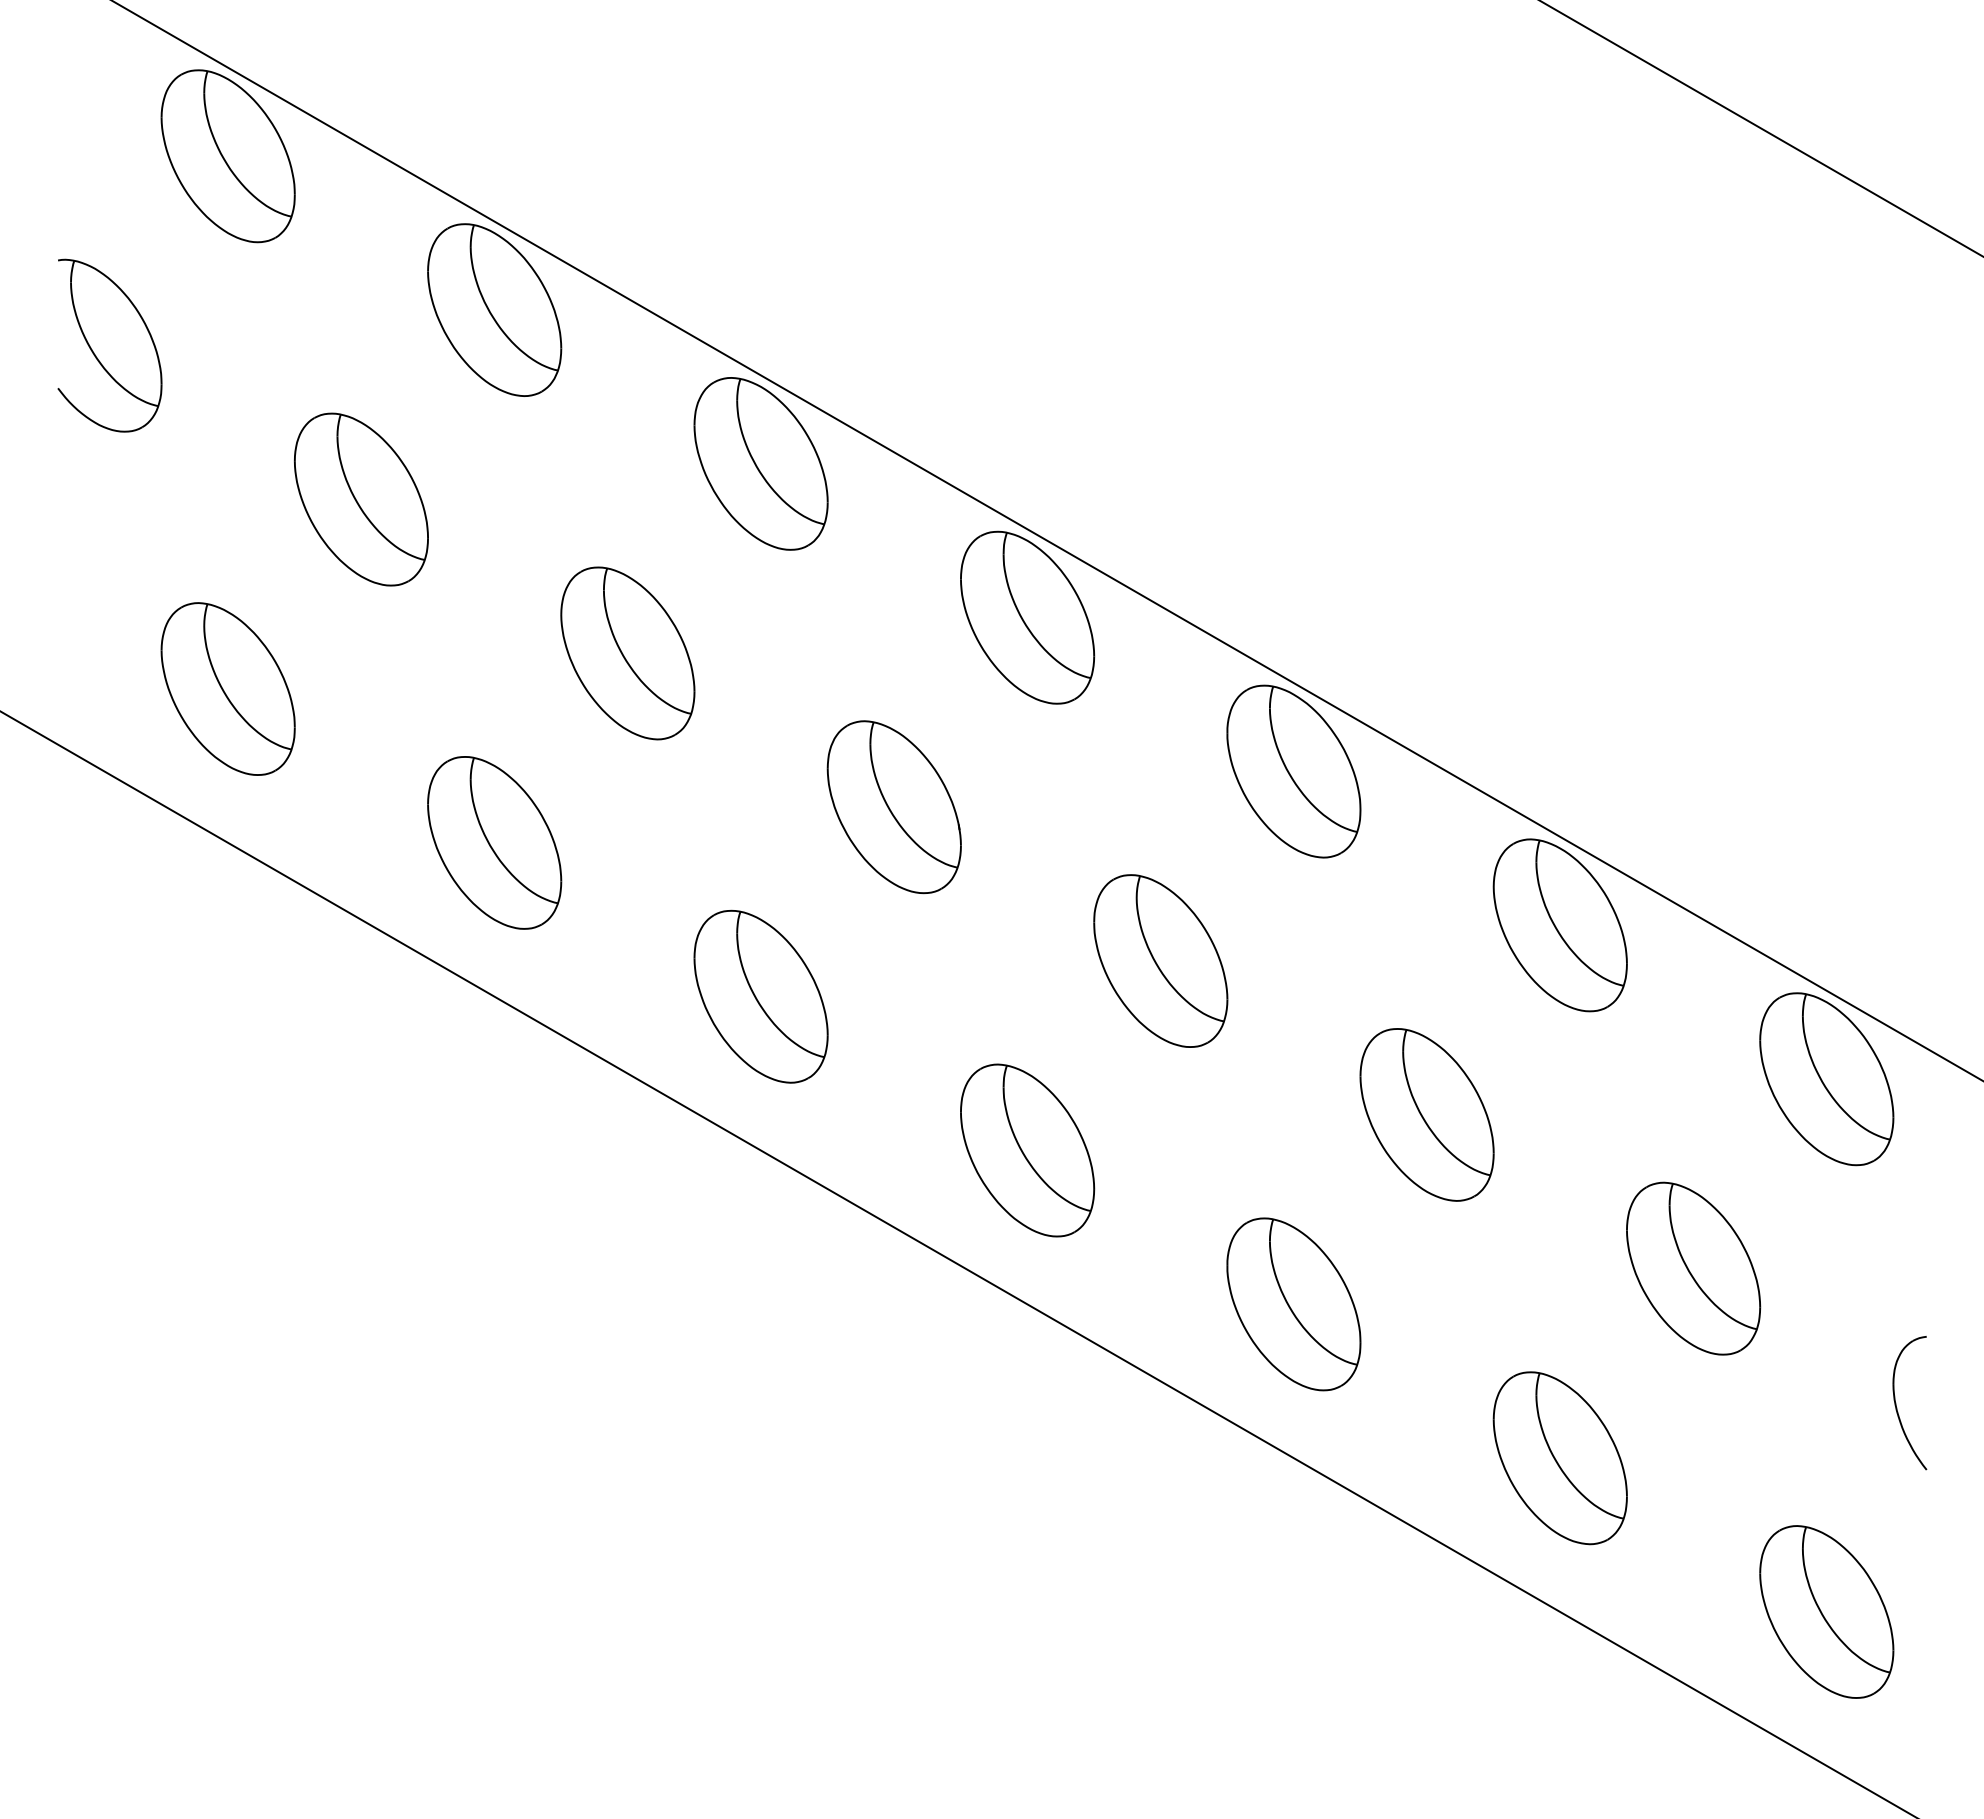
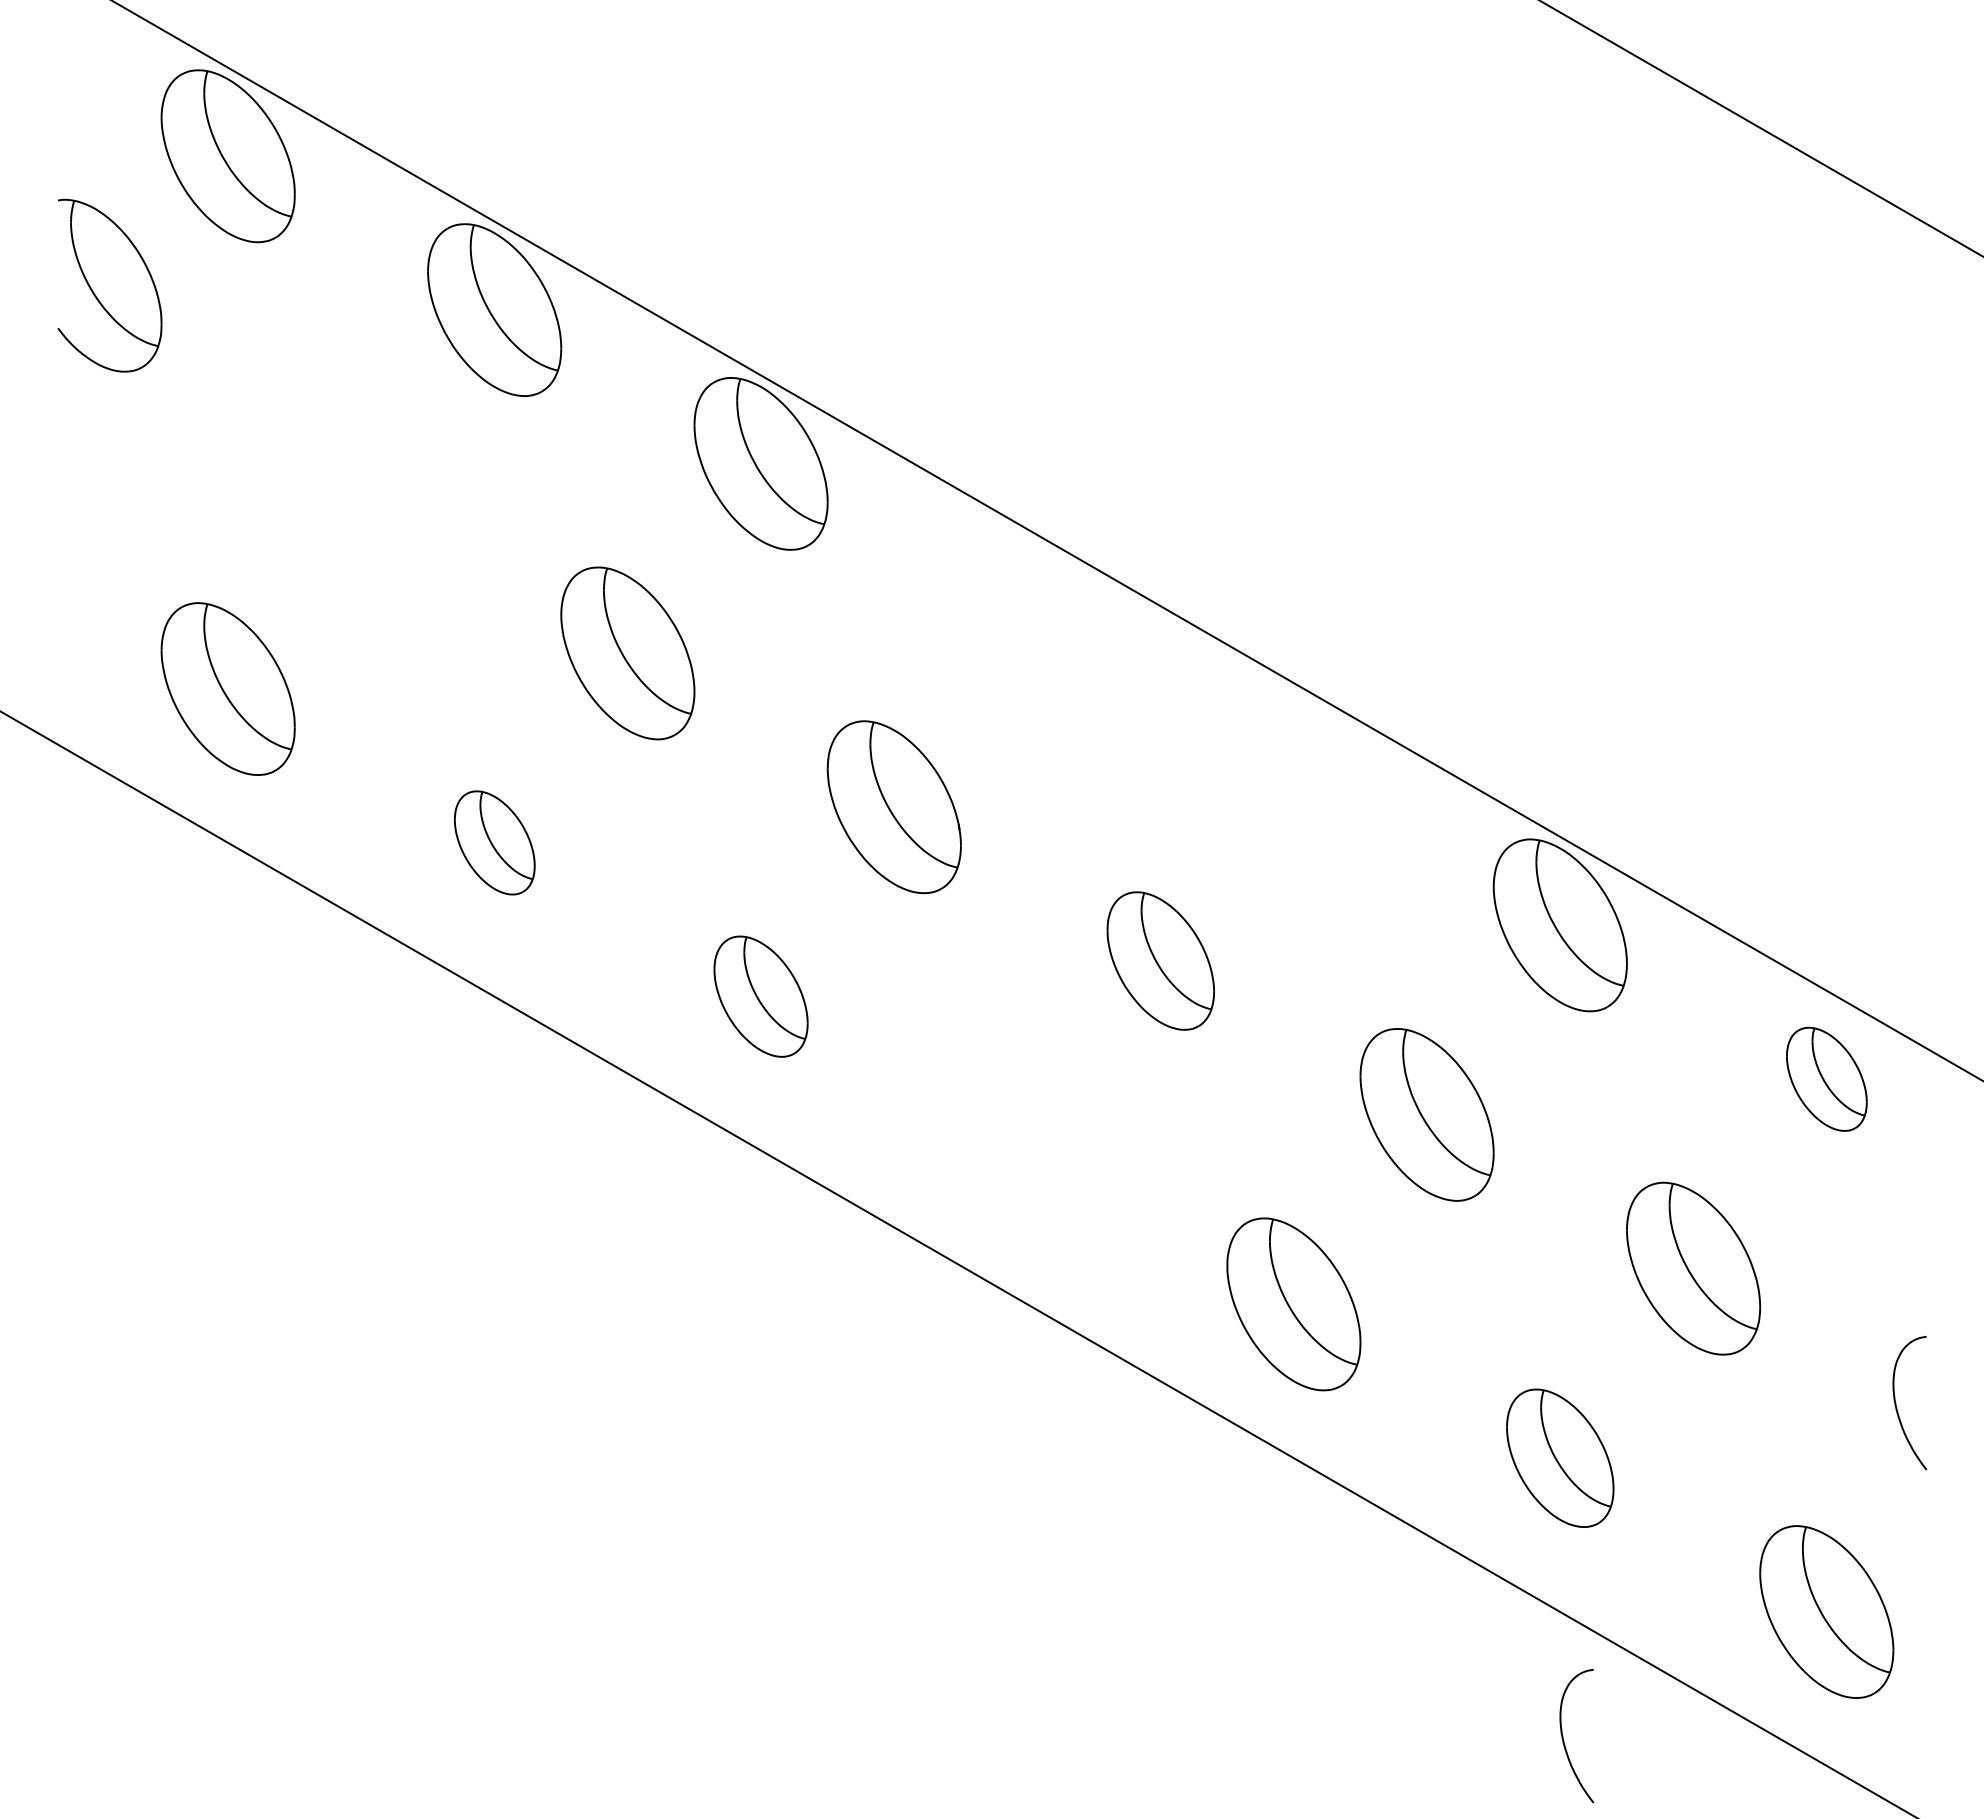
part at (109, 345) position: (109, 345) -> (109, 285)
part at (361, 499): present -> none
part at (1027, 617): present -> none
part at (1293, 771): present -> none
part at (494, 842) size: 136x174 px -> 82x106 px
part at (1160, 960) size: 136x174 px -> 109x140 px
part at (760, 996) size: 136x175 px -> 96x123 px
part at (1826, 1079) size: 136x175 px -> 82x106 px
part at (1027, 1150): present -> none
part at (1559, 1458) size: 136x175 px -> 109x140 px
part at (1564, 1740): none -> present
